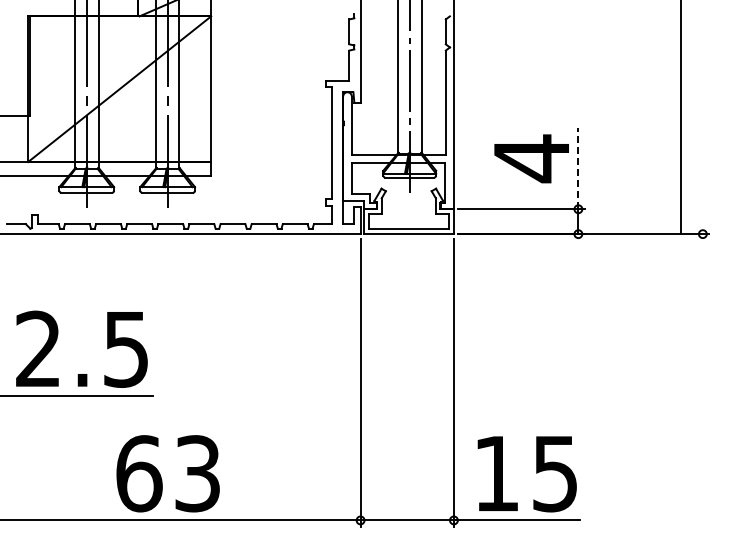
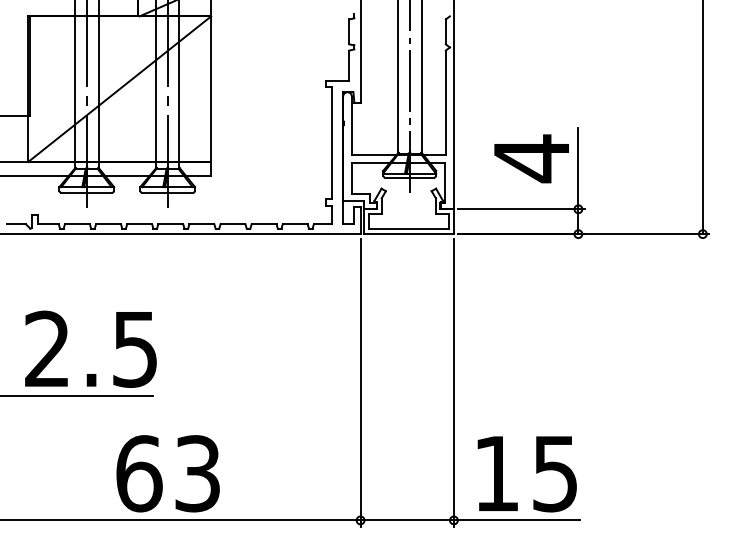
line at (680, 118) position: (680, 118) -> (702, 118)
line at (578, 168): dashed -> solid
text at (81, 348) position: (81, 348) -> (90, 348)
